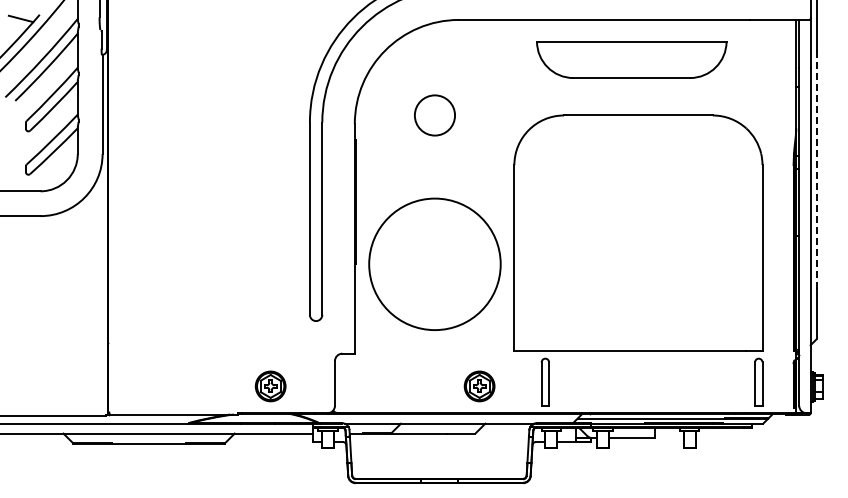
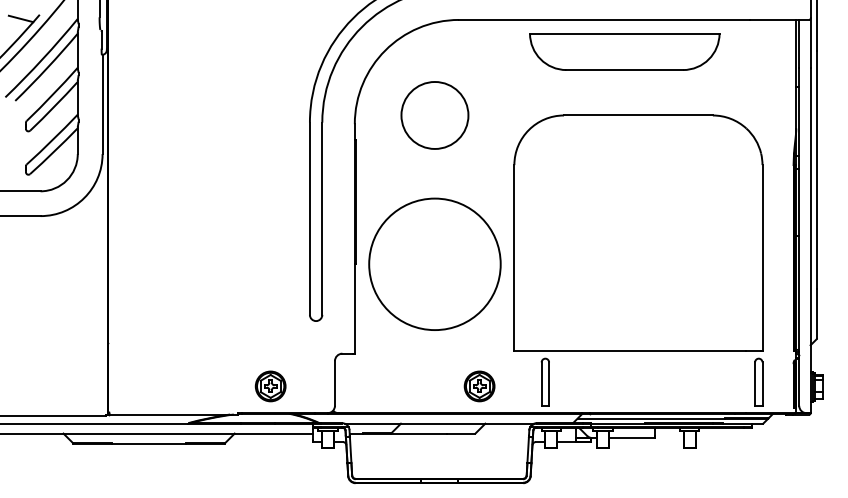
part at (631, 59) position: (631, 59) -> (624, 51)
circle at (434, 115) diameter: 40 px -> 67 px
line at (817, 170): dashed -> solid
